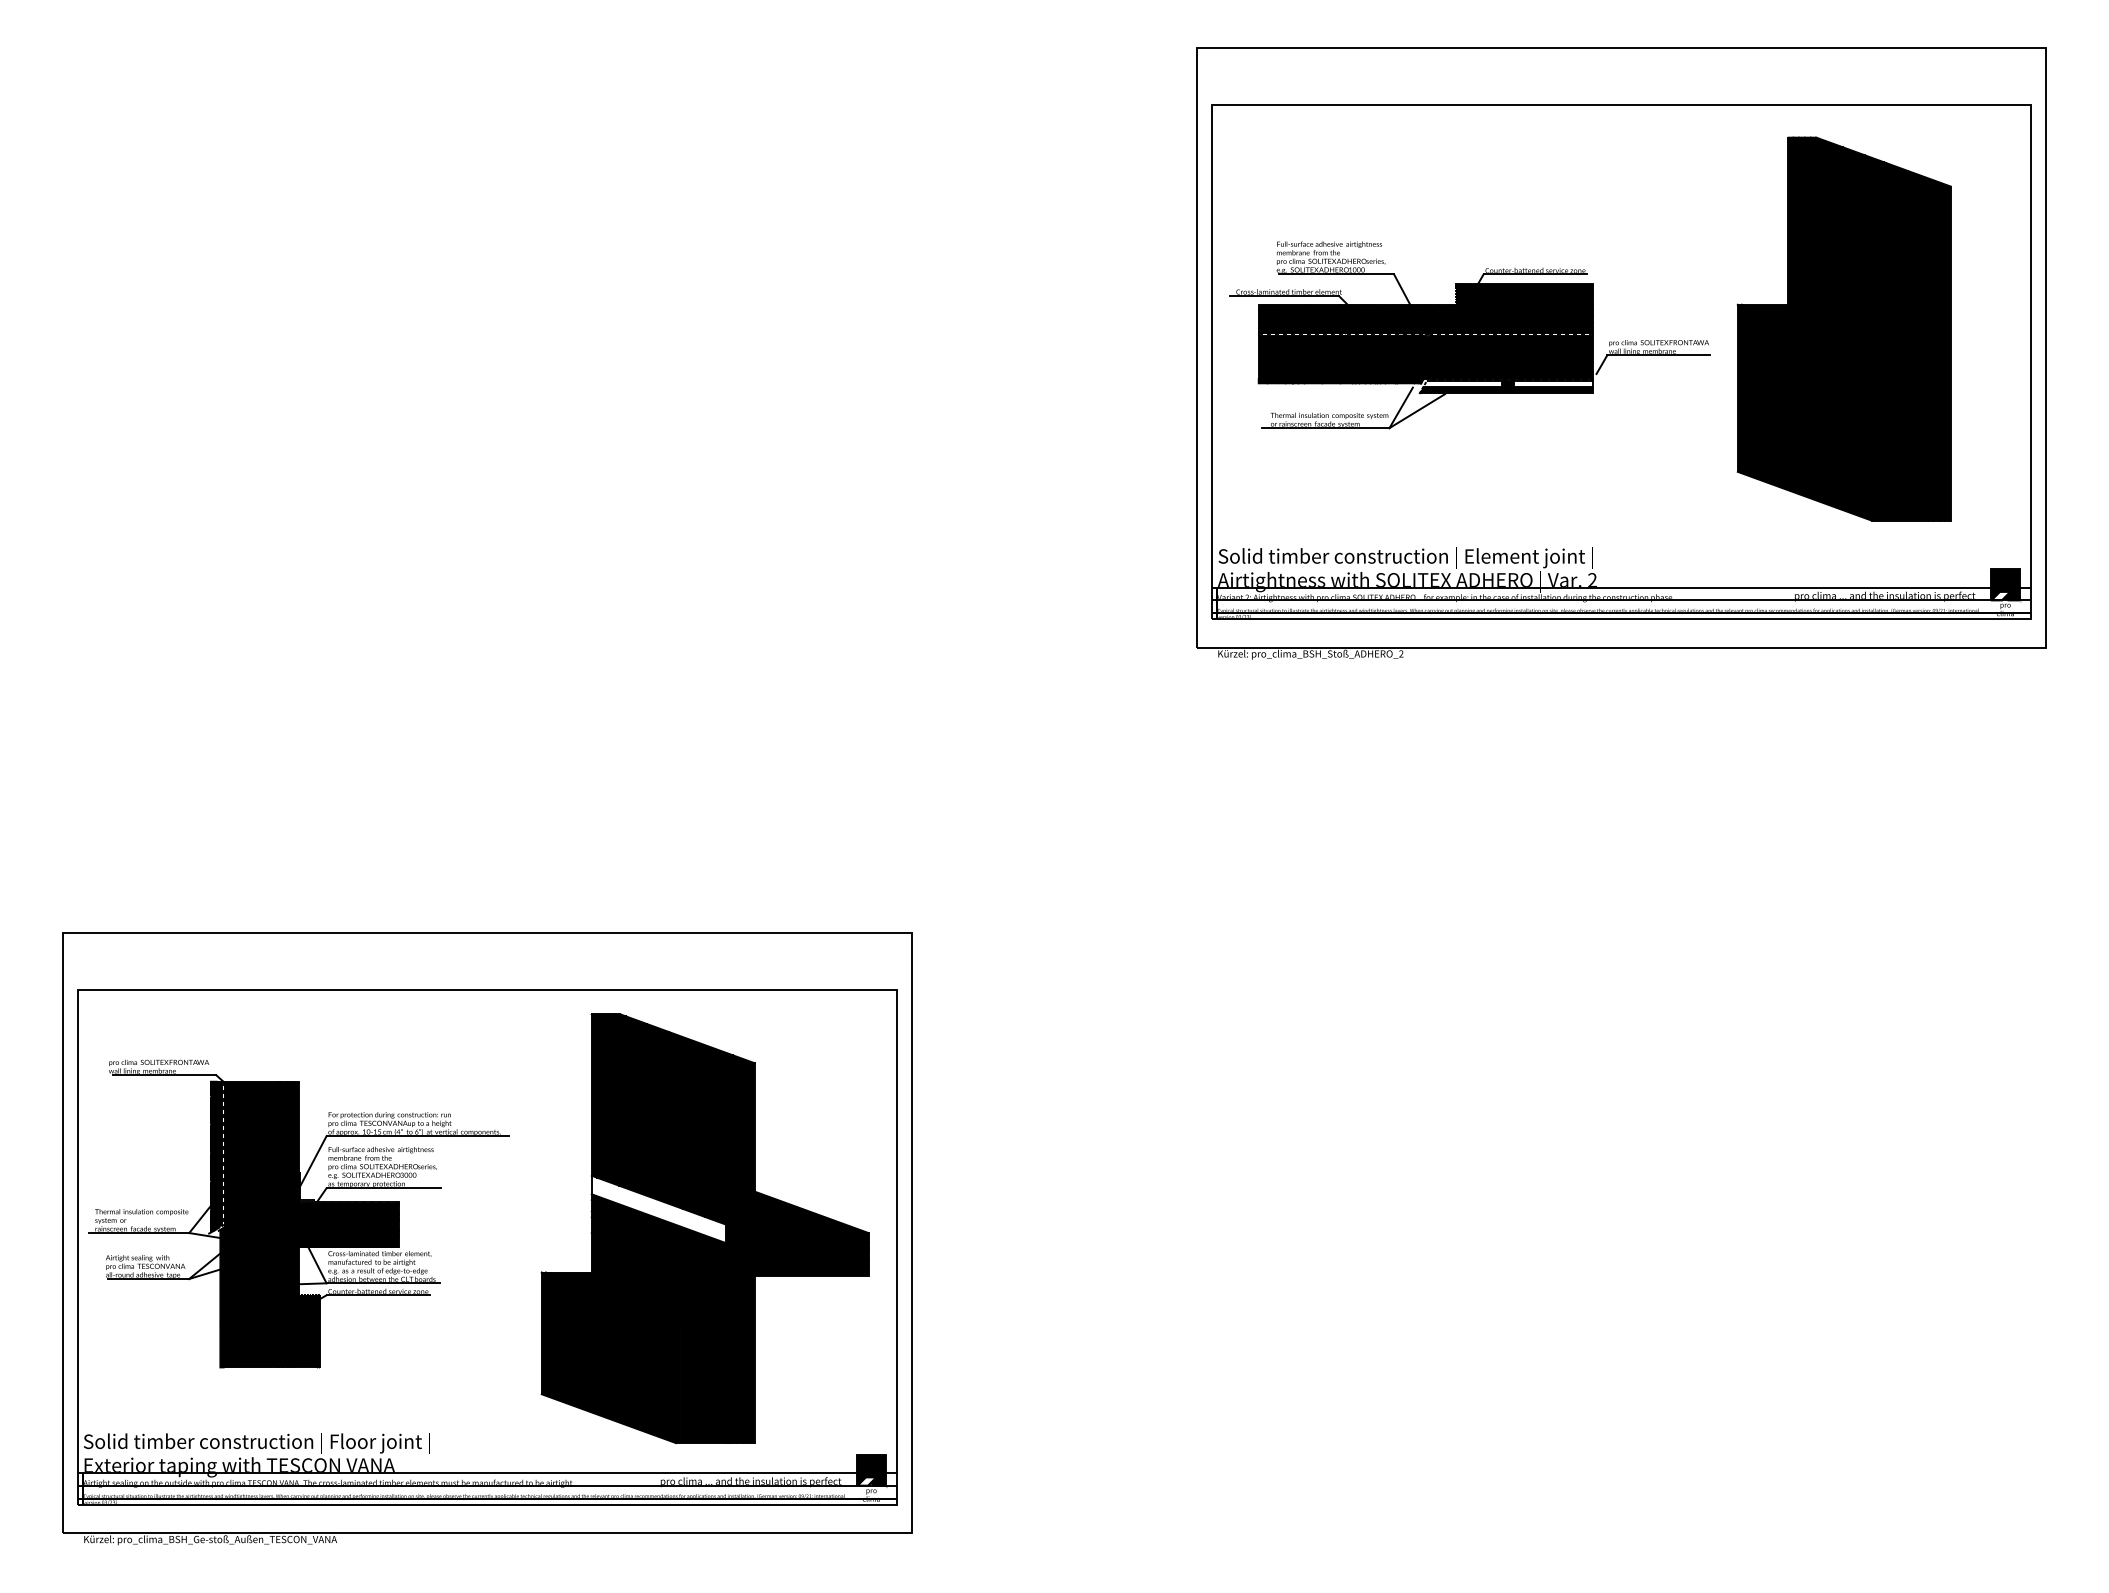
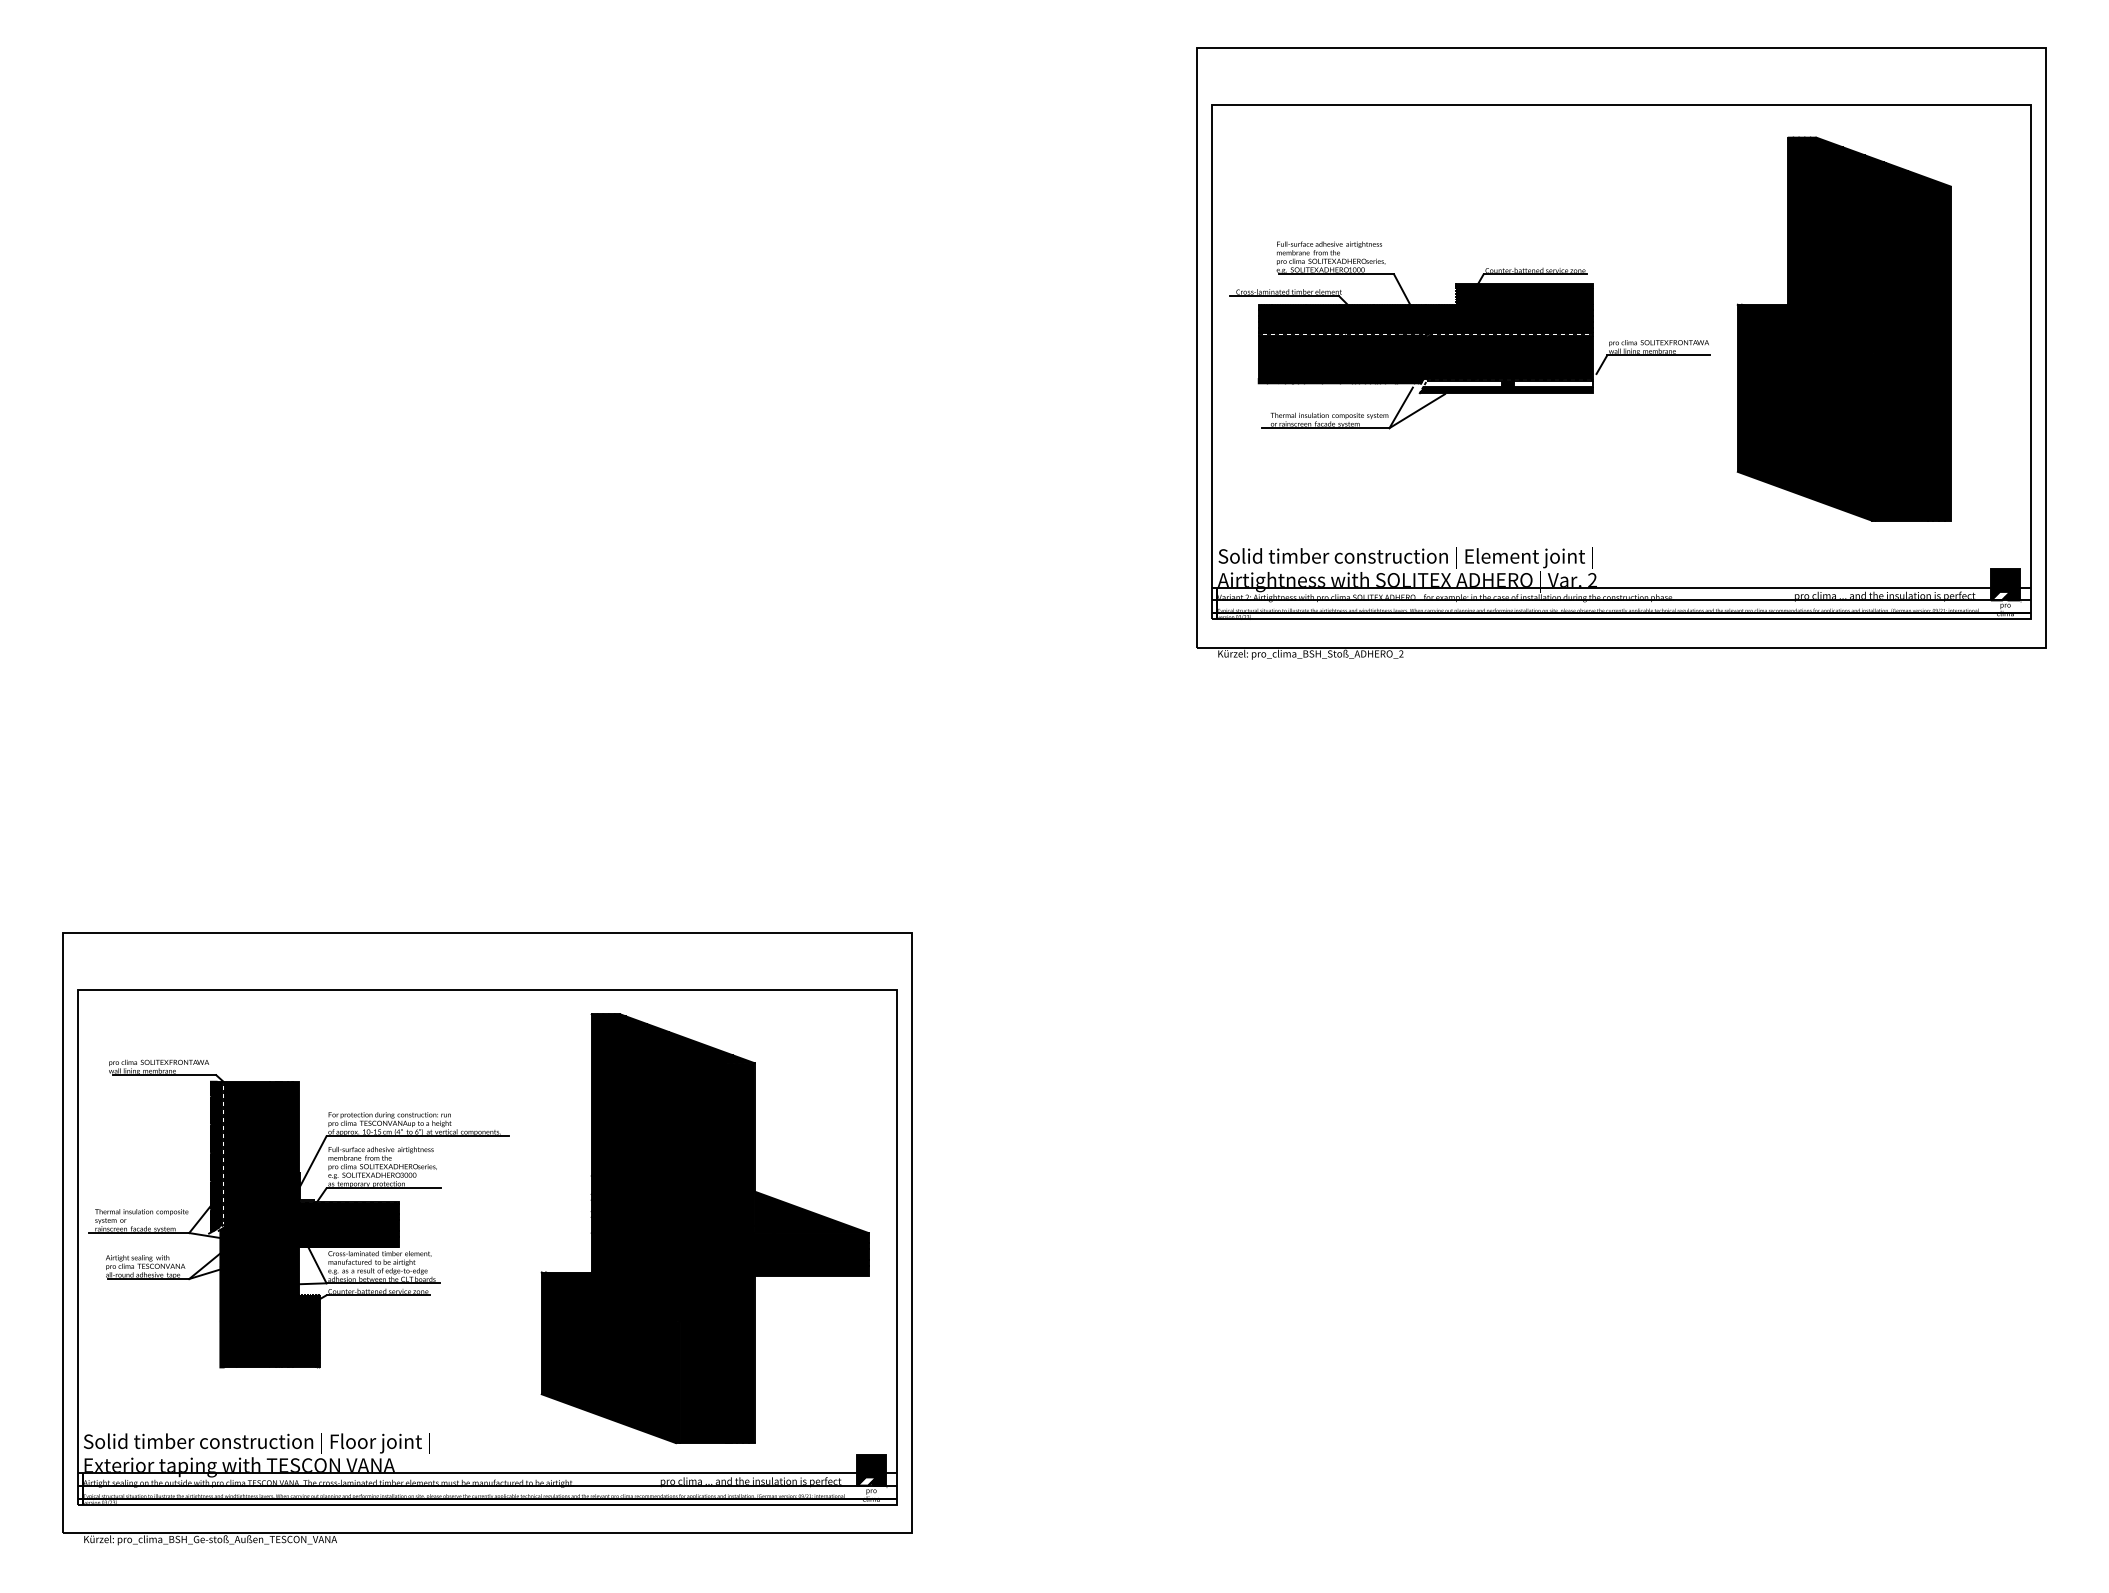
fill at (658, 1225): none -> present
